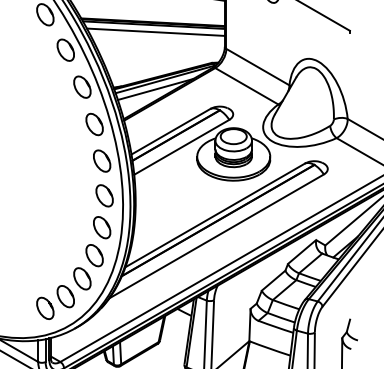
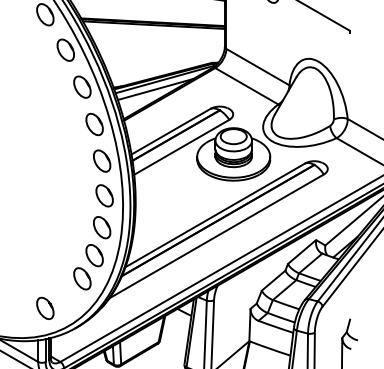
line at (155, 31): present -> none
part at (65, 296): present -> none
